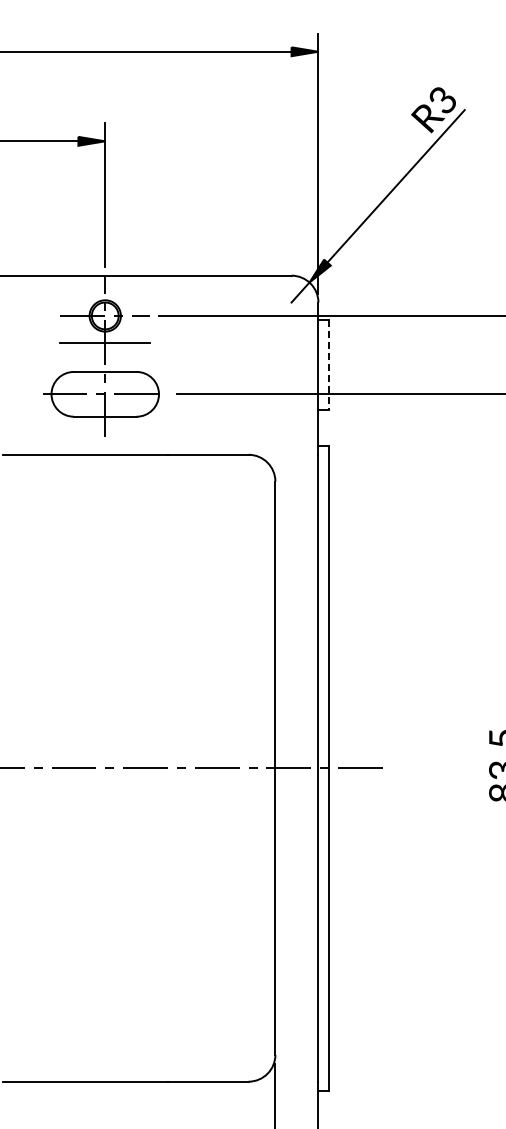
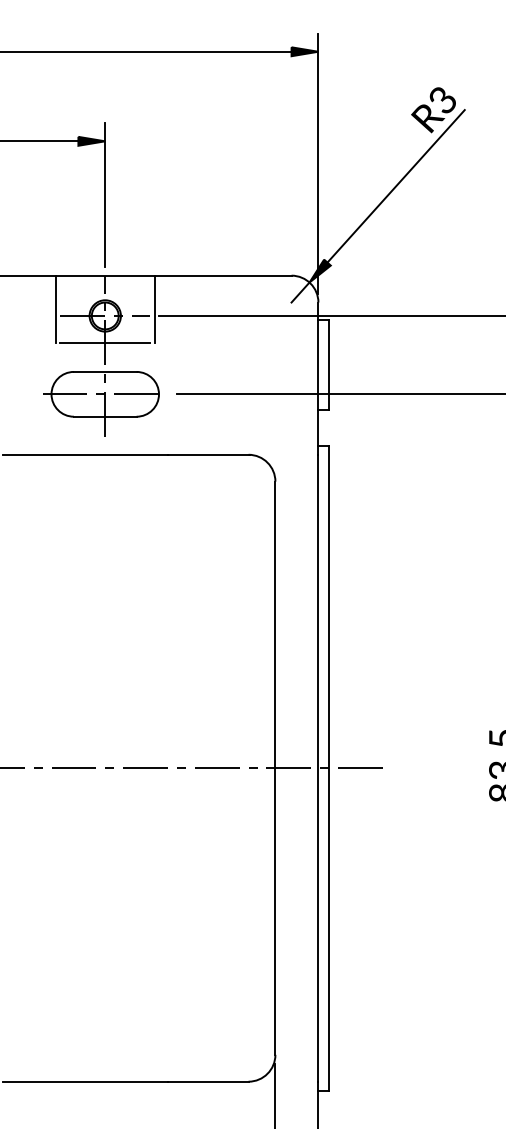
line at (56, 308): none -> present
line at (154, 308): none -> present
line at (329, 365): dashed -> solid
